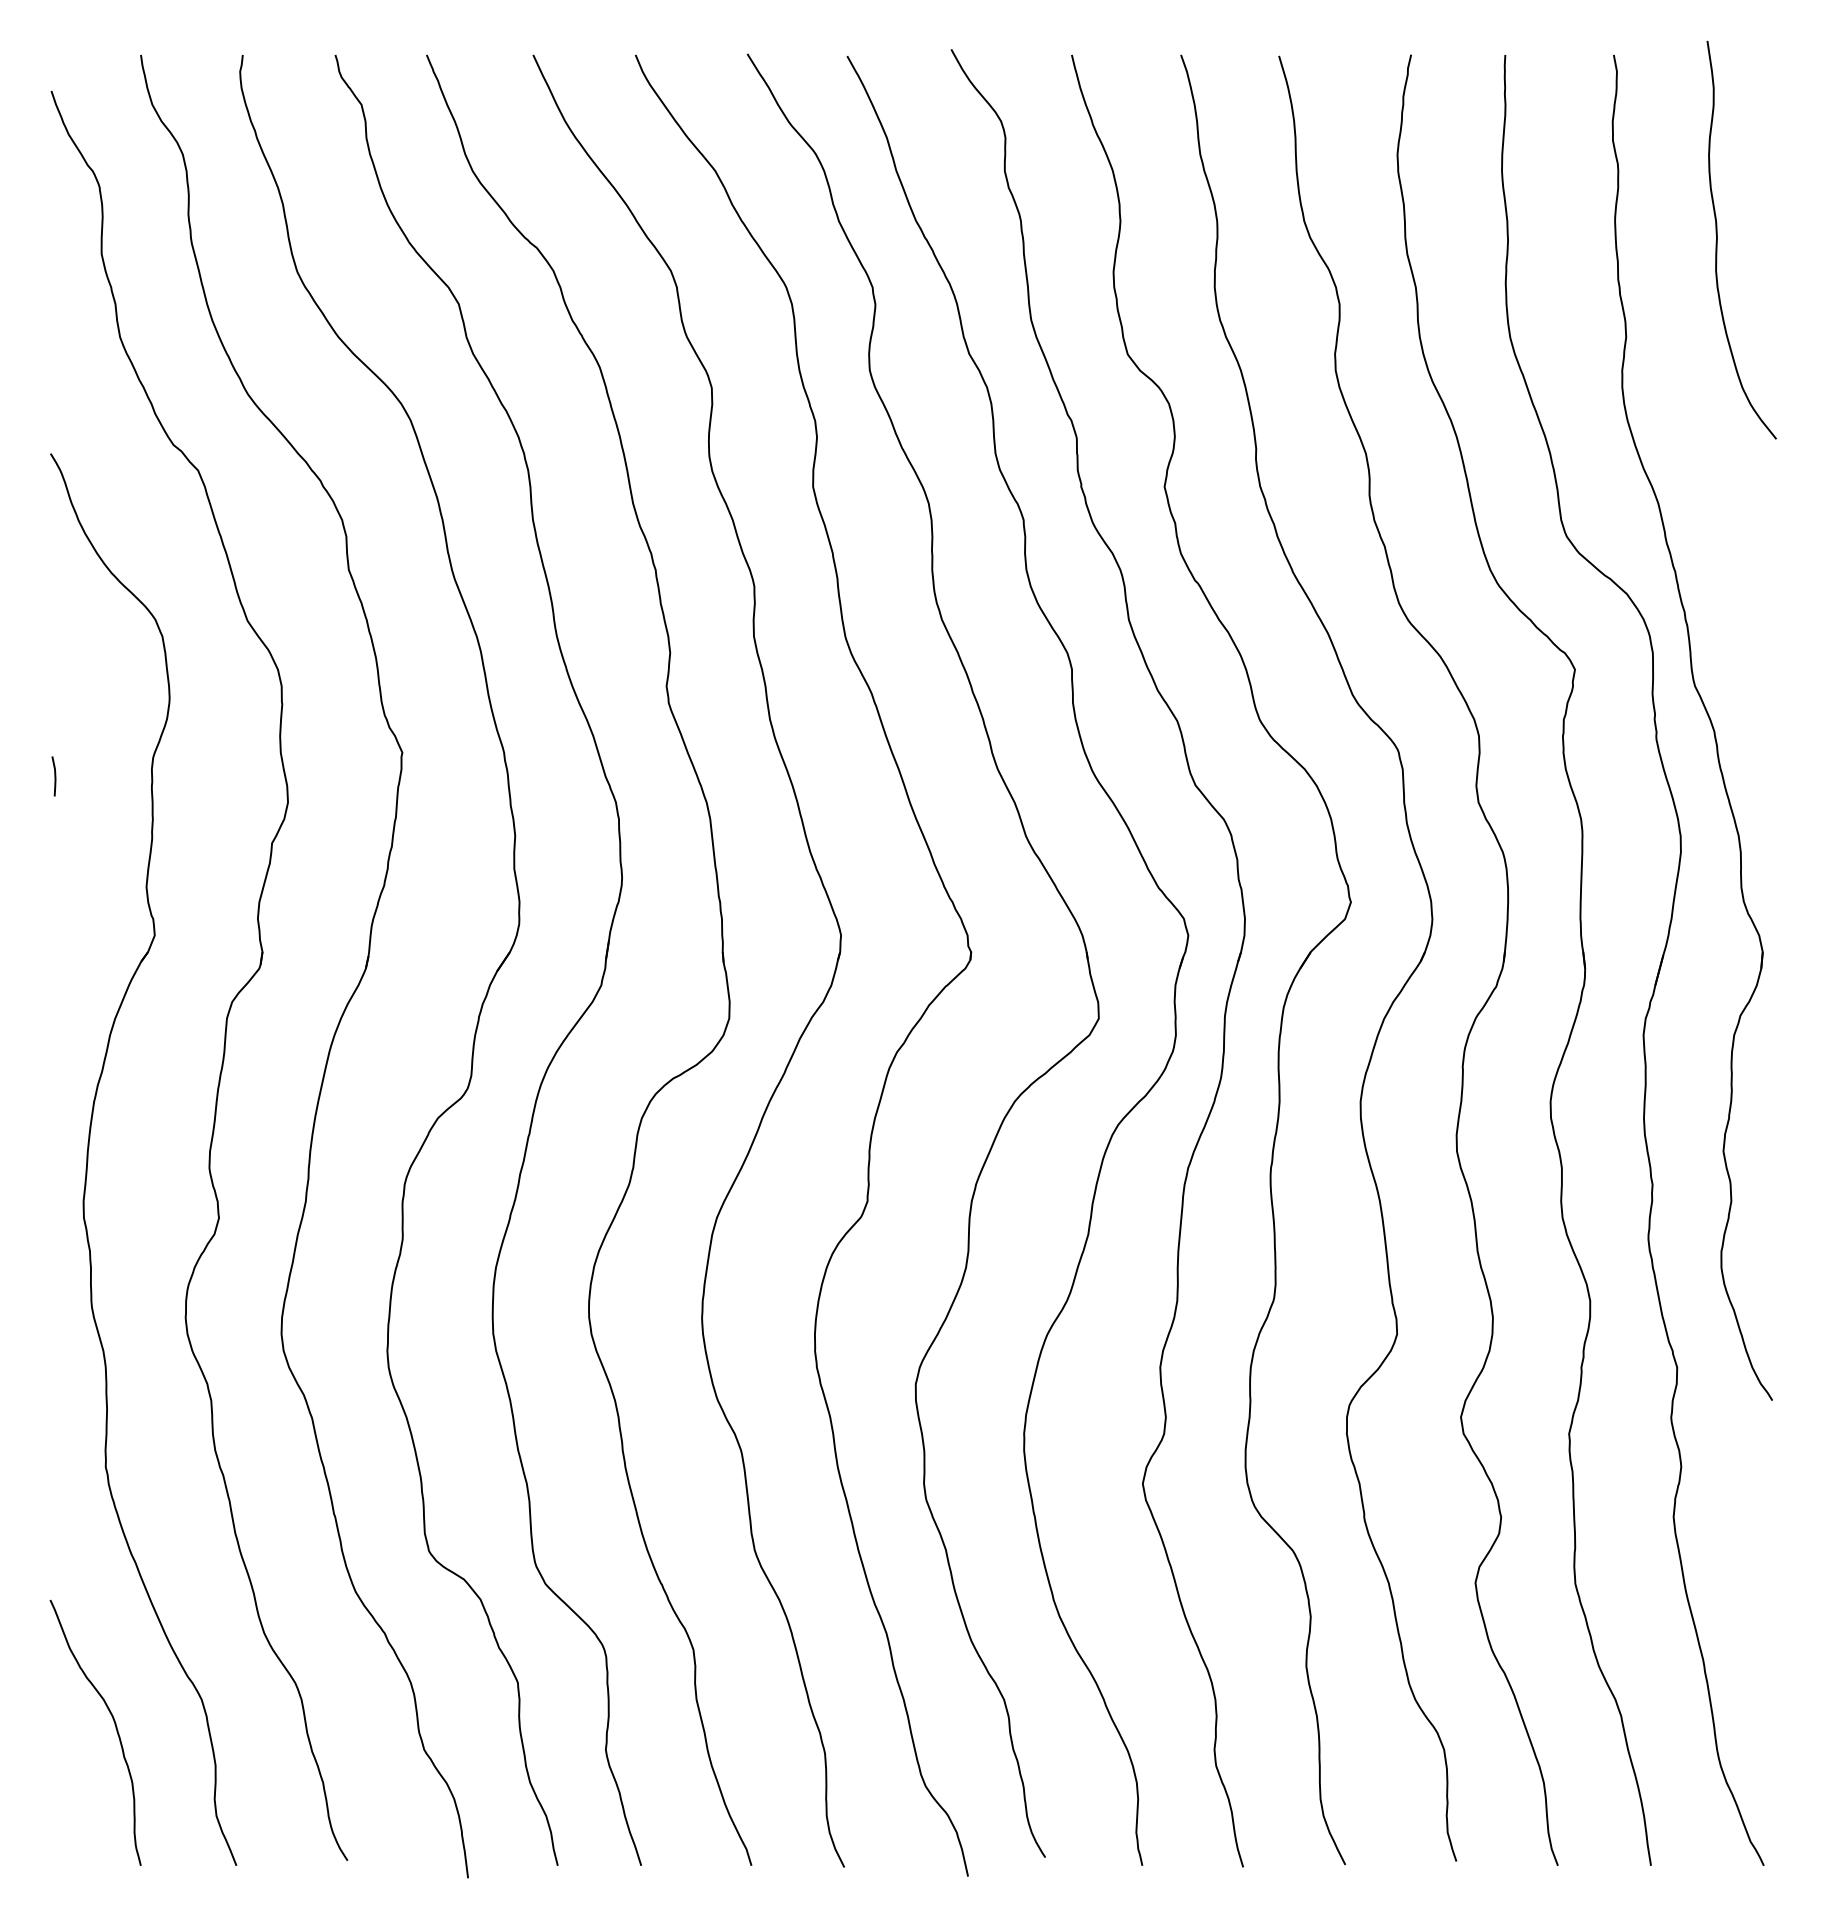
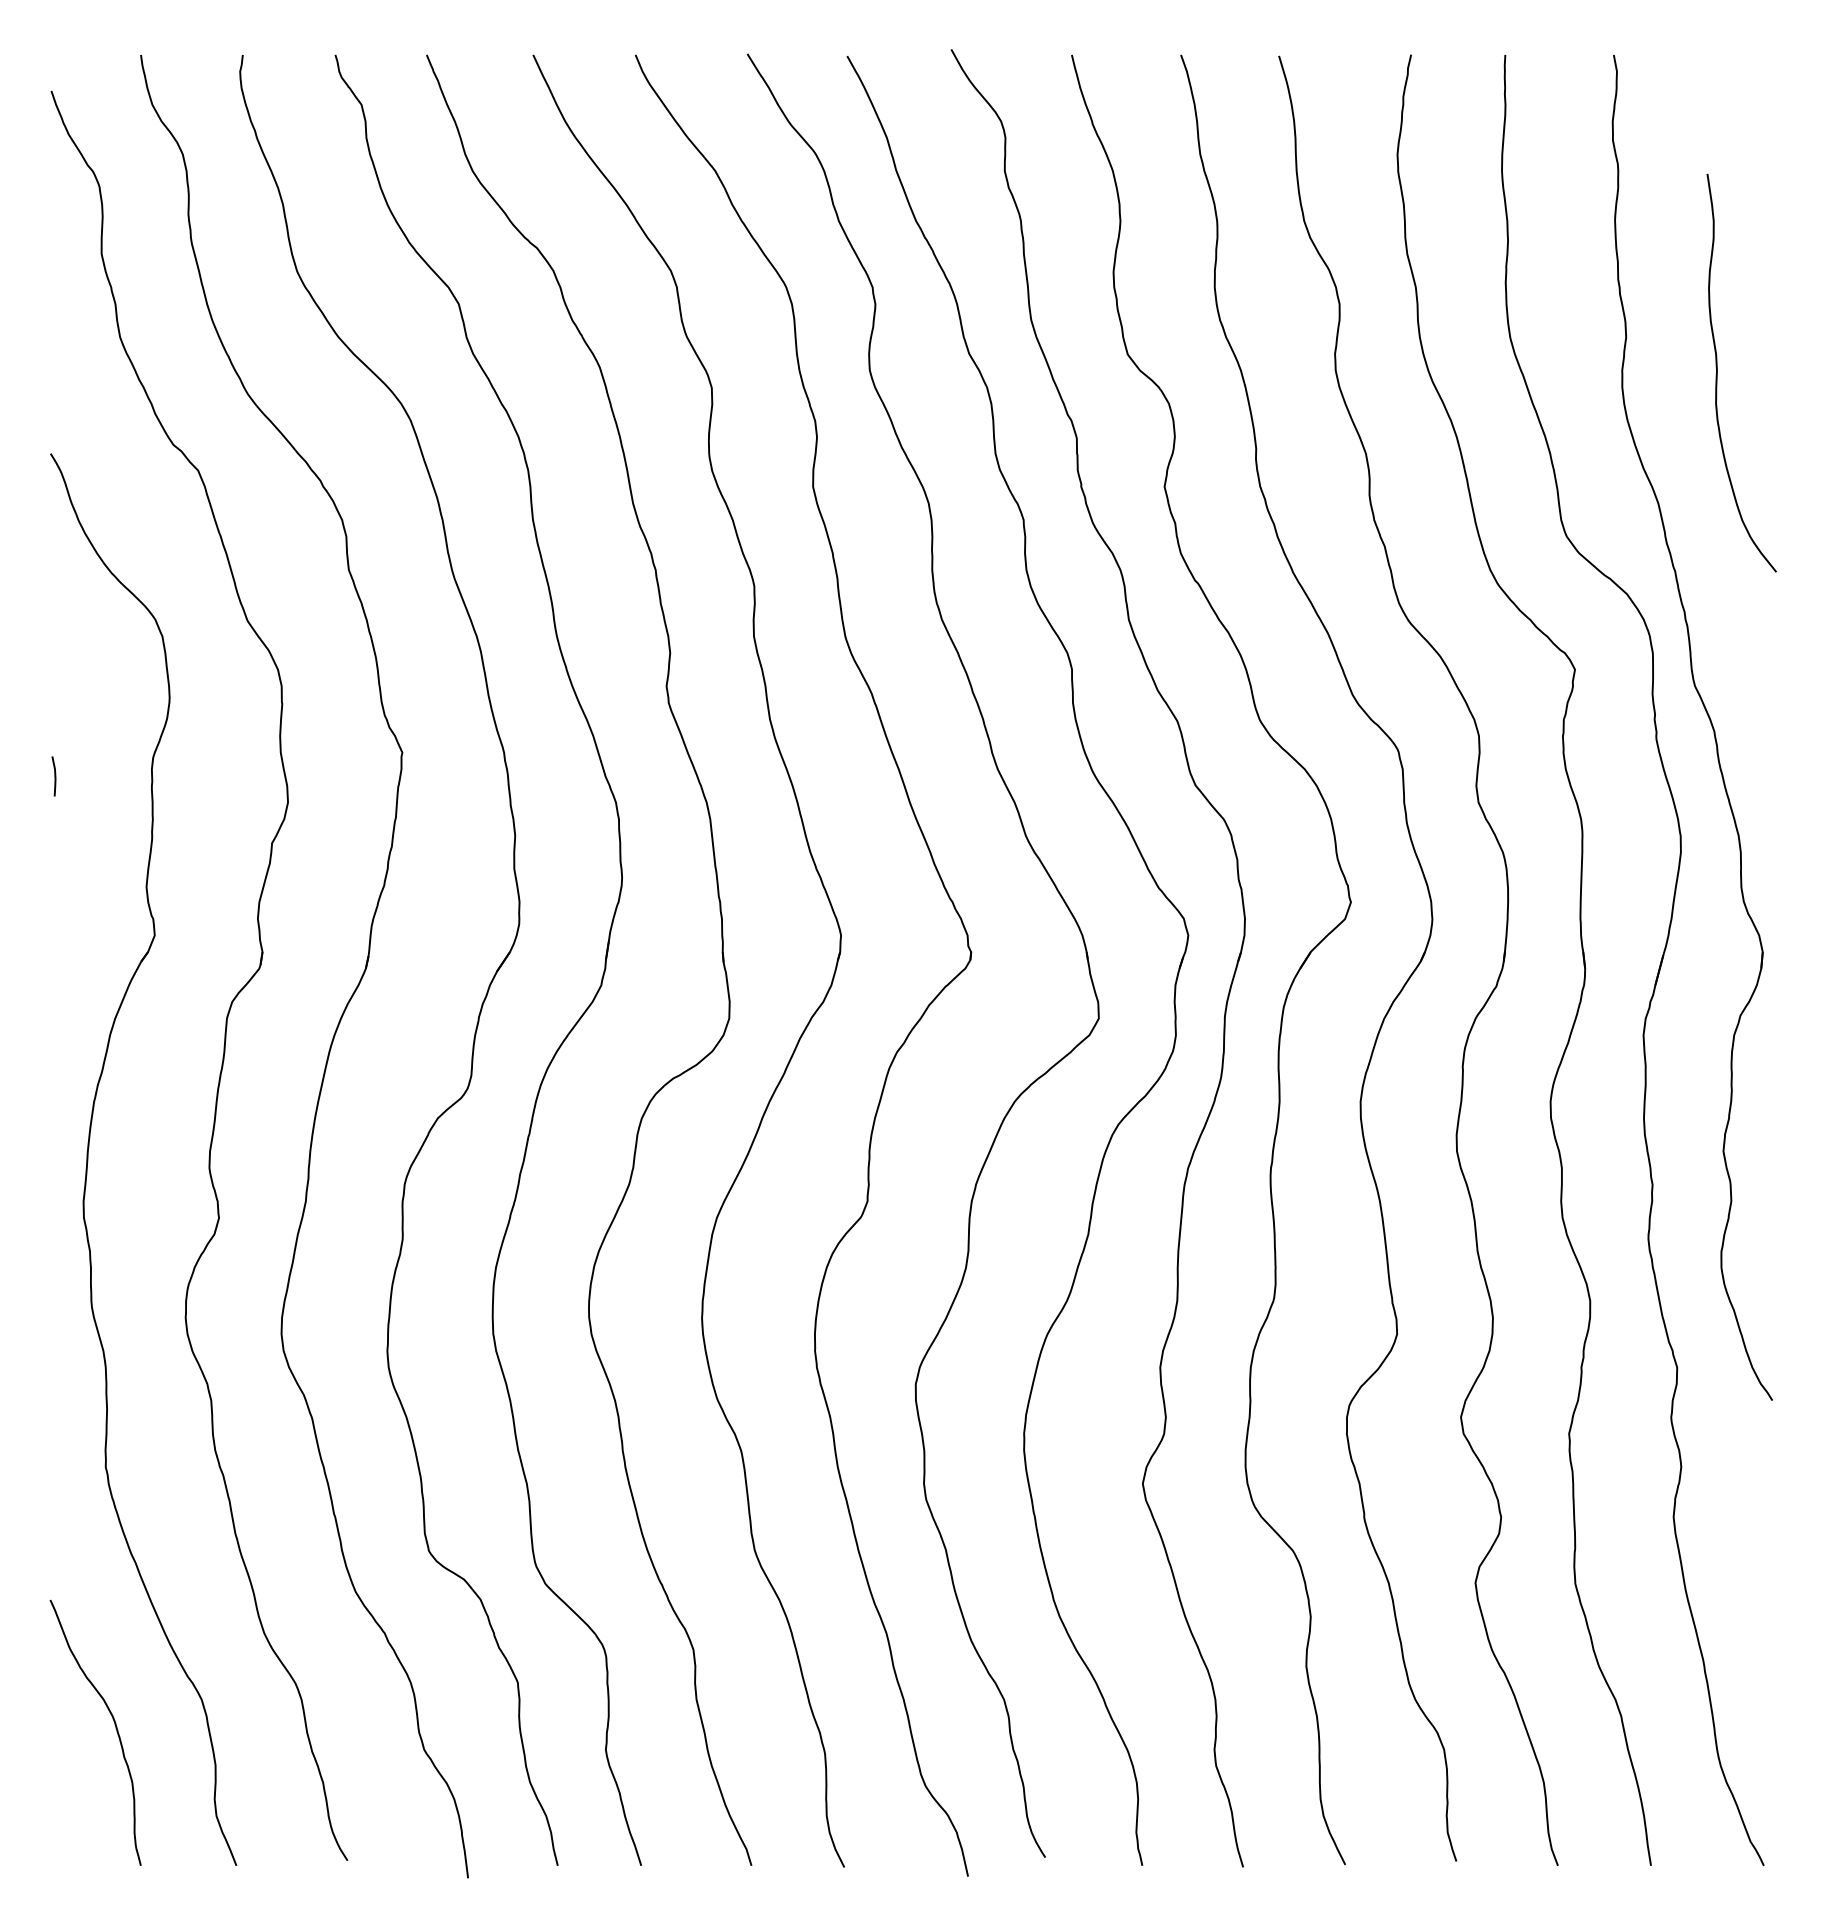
curve at (1717, 240) position: (1717, 240) -> (1717, 373)
